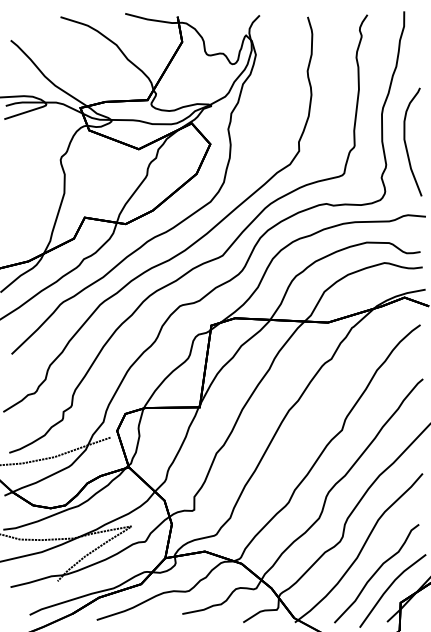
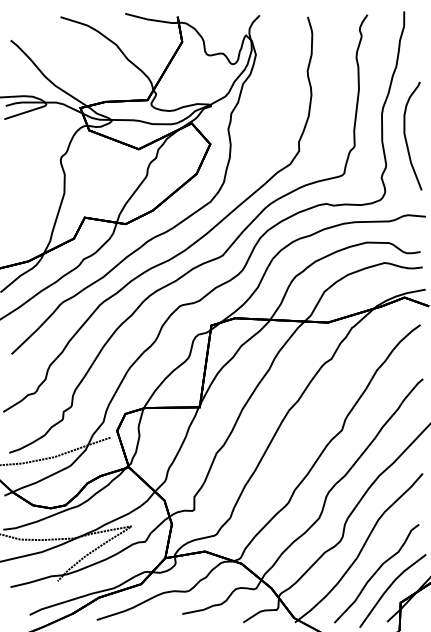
curve at (406, 143) position: (406, 143) -> (406, 137)
